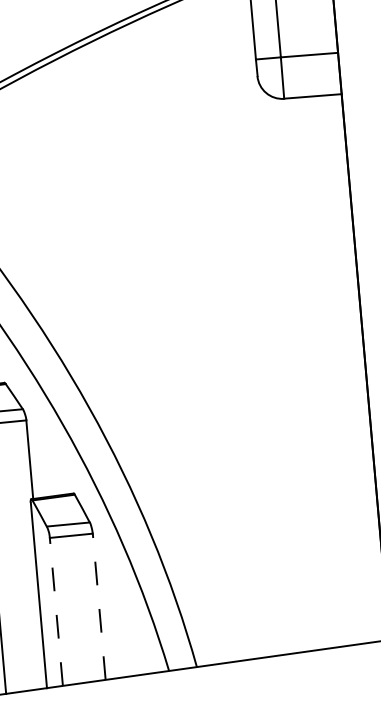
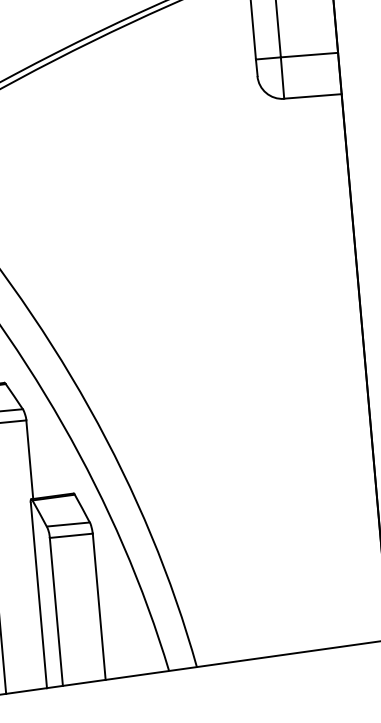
line at (99, 606): dashed -> solid
line at (56, 611): dashed -> solid
